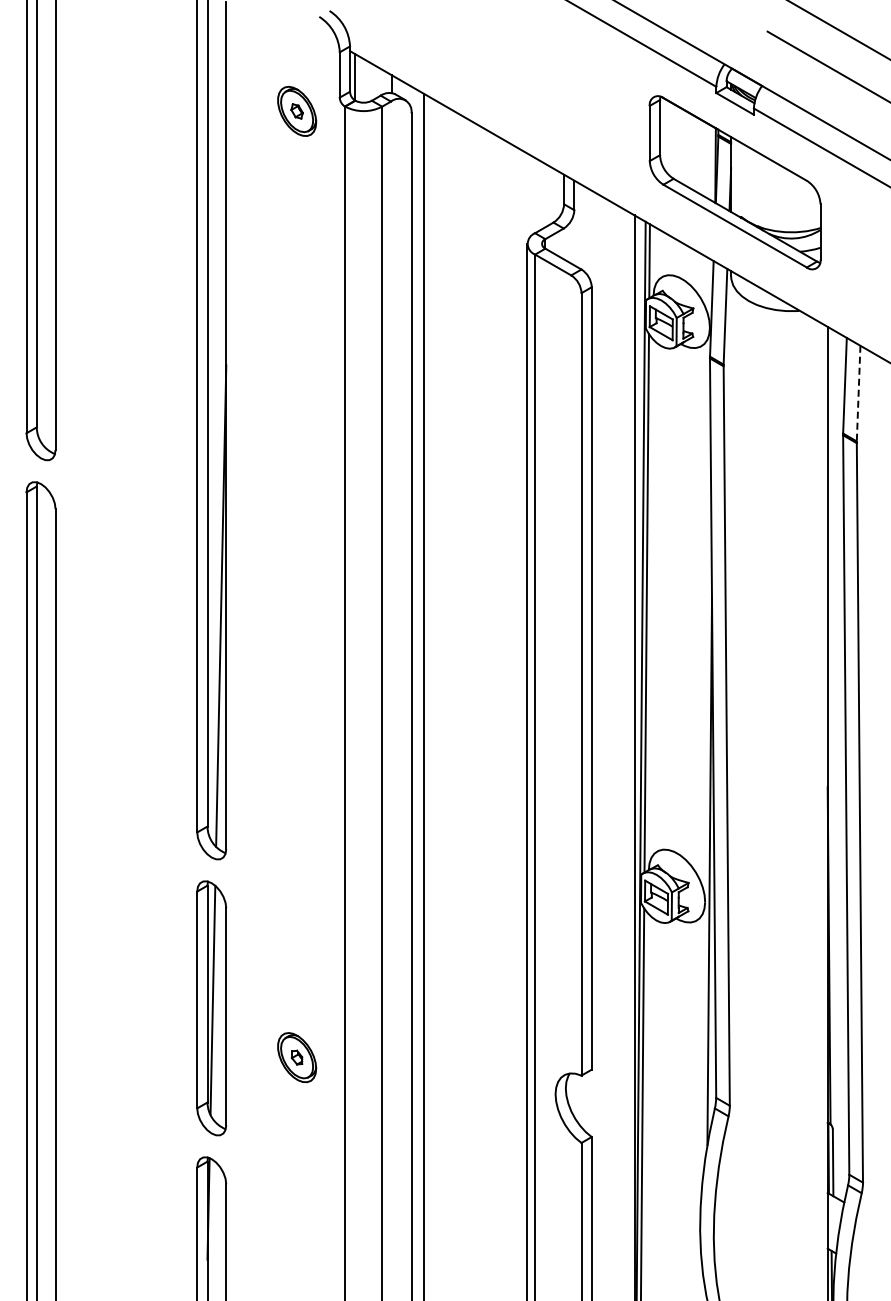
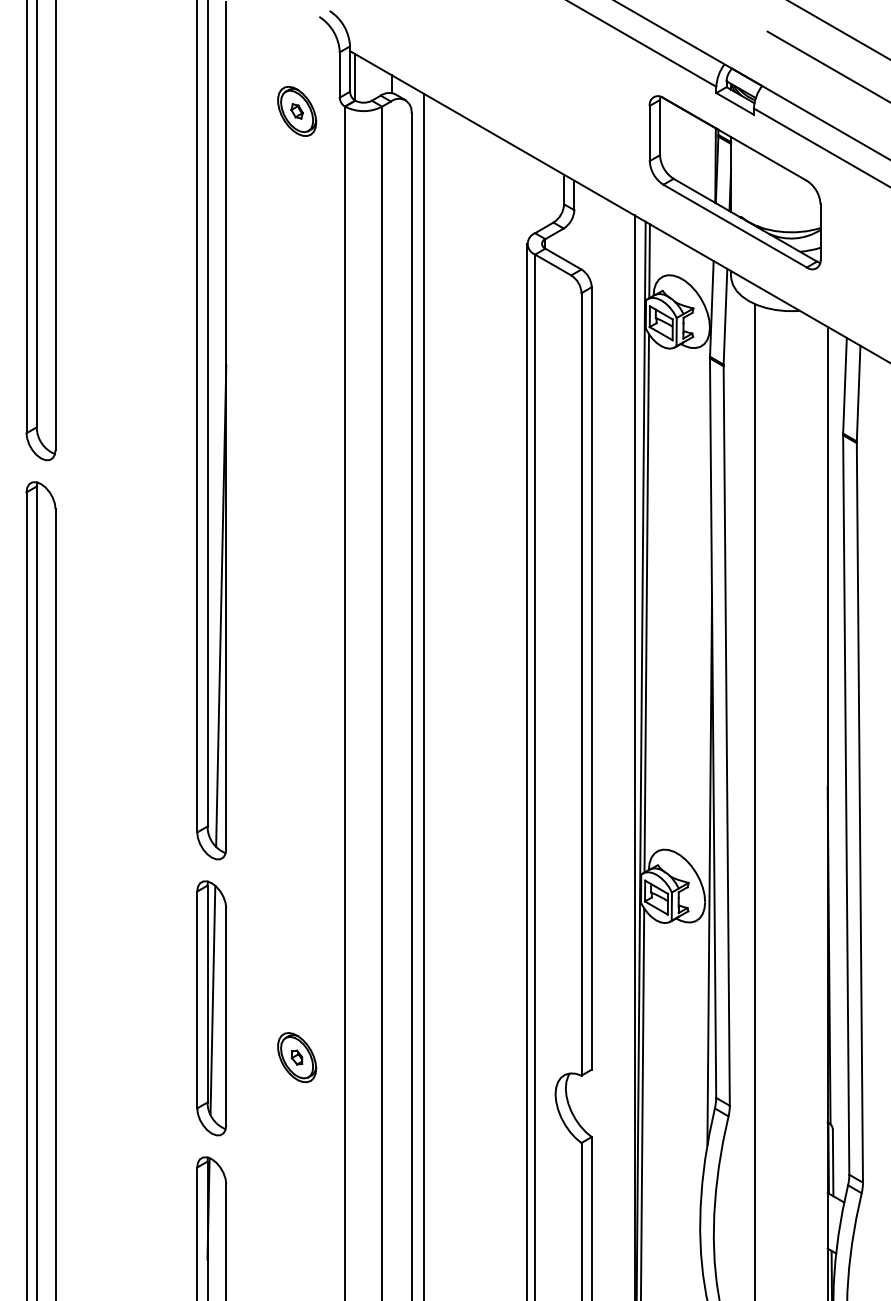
line at (858, 393): dashed -> solid
line at (755, 800): none -> present
